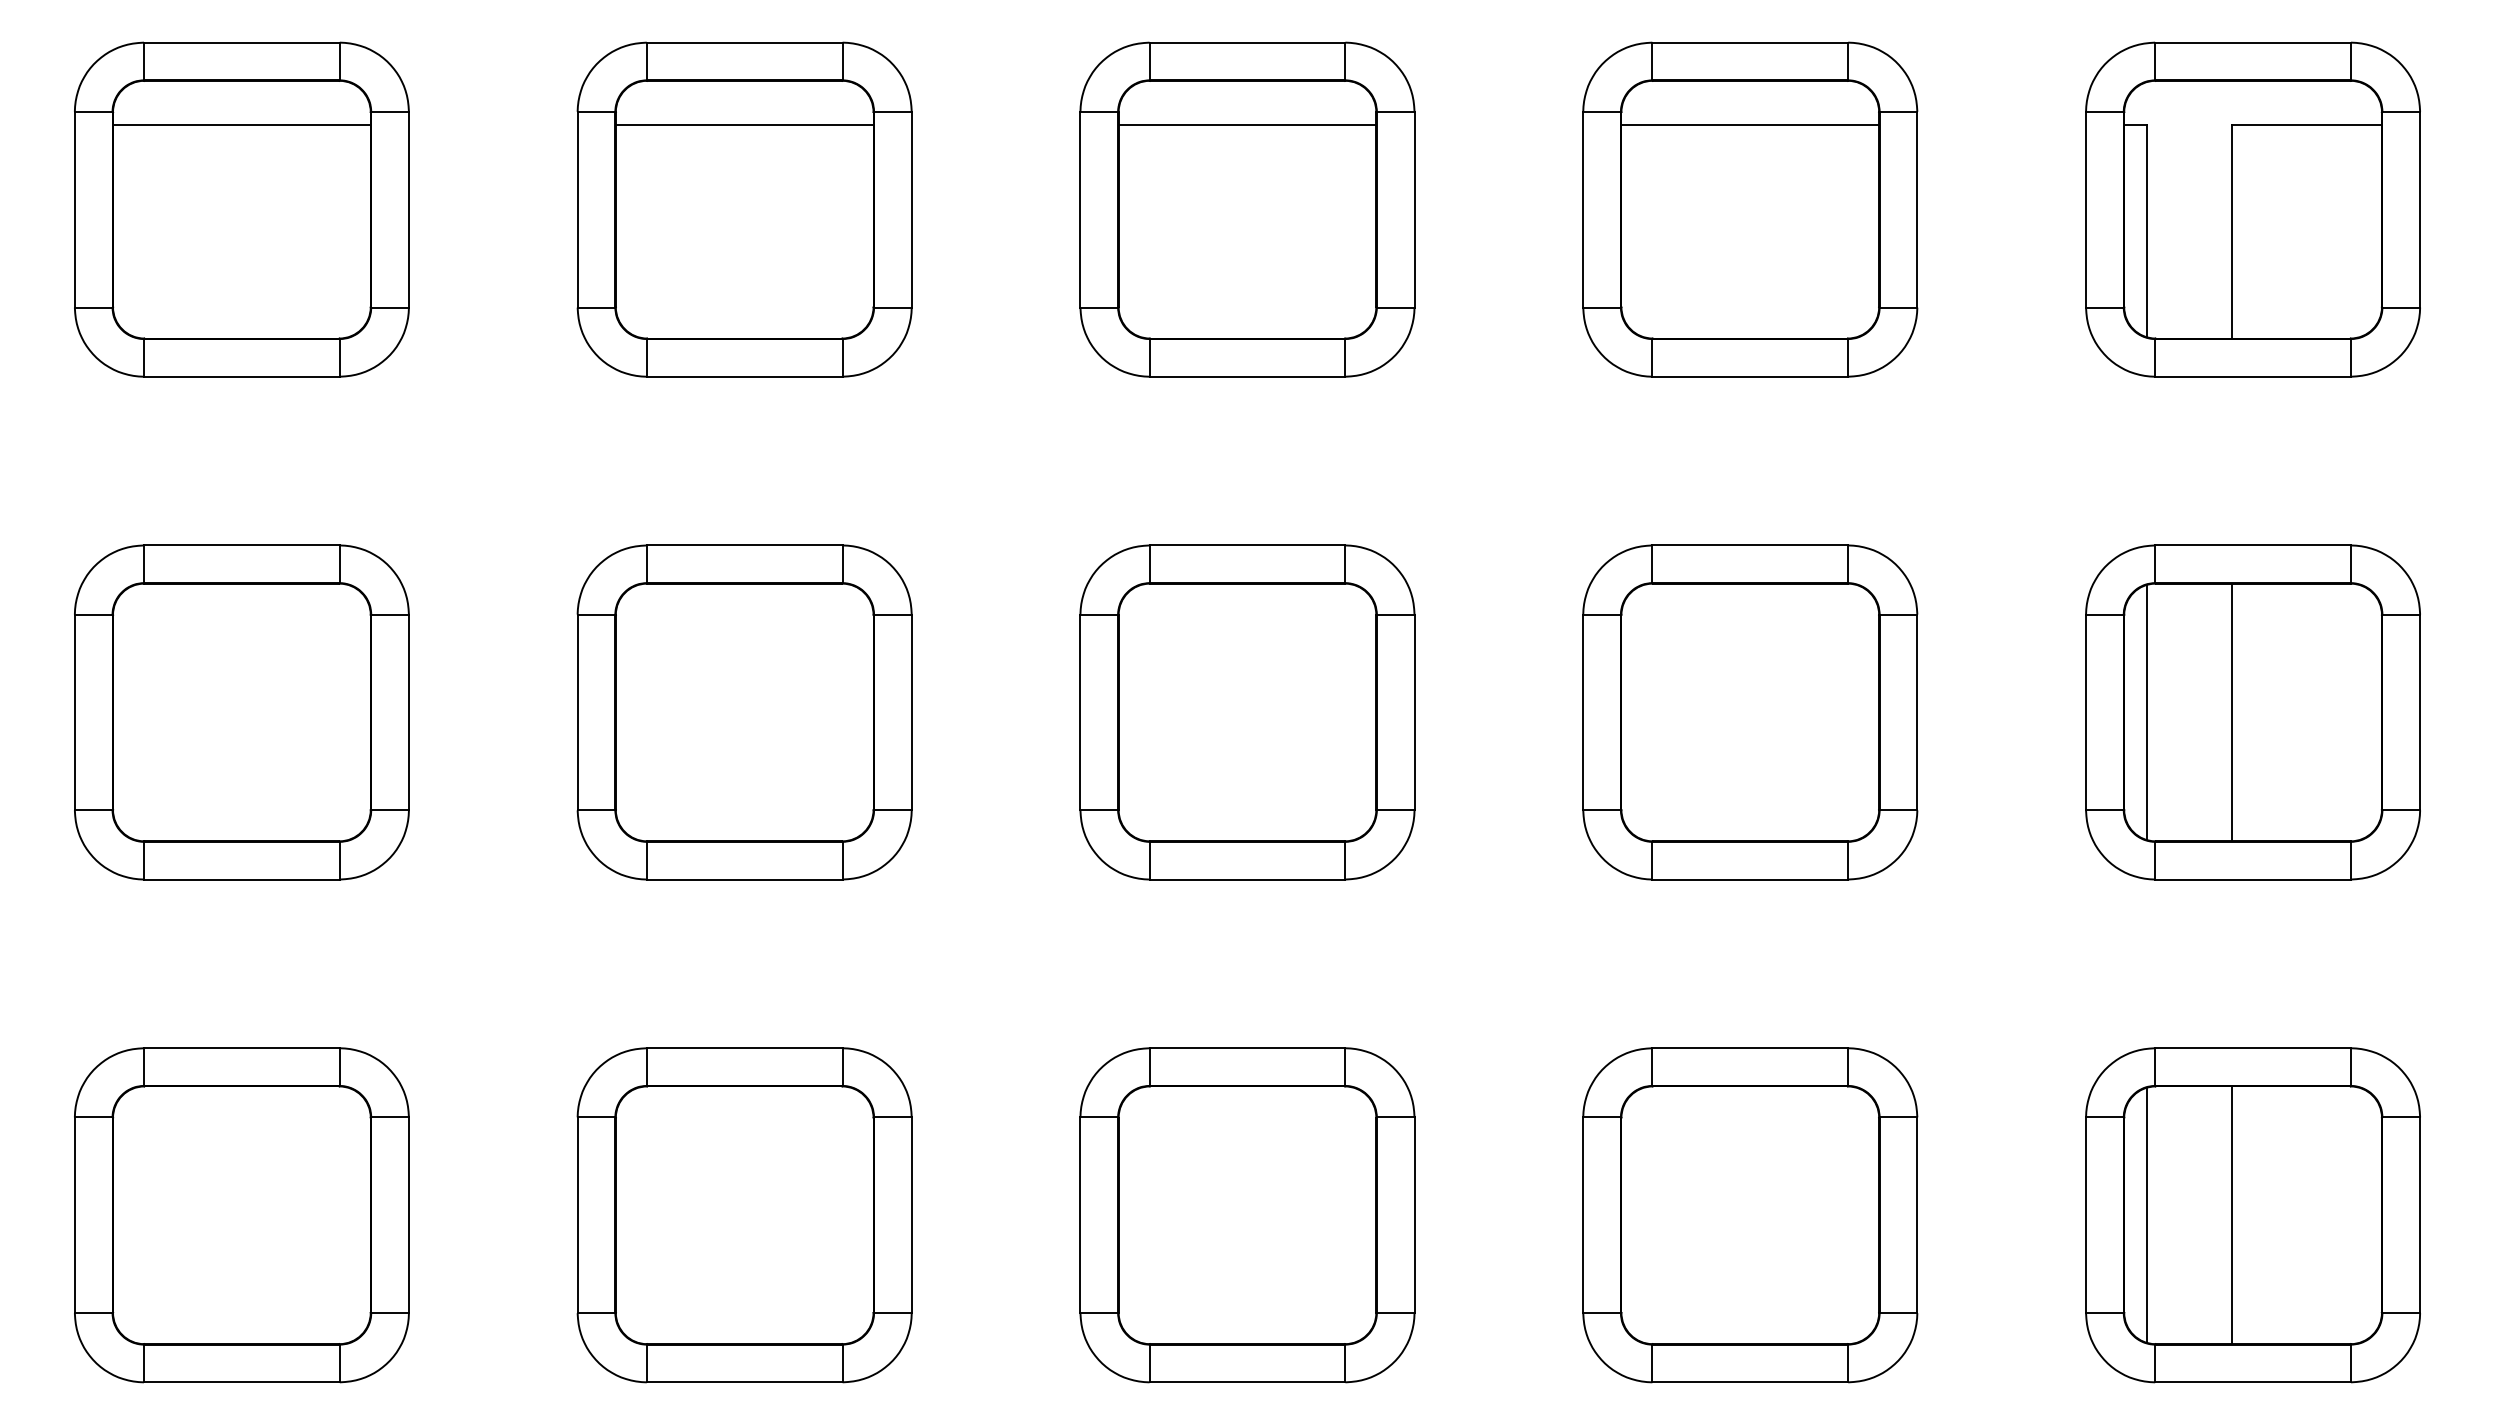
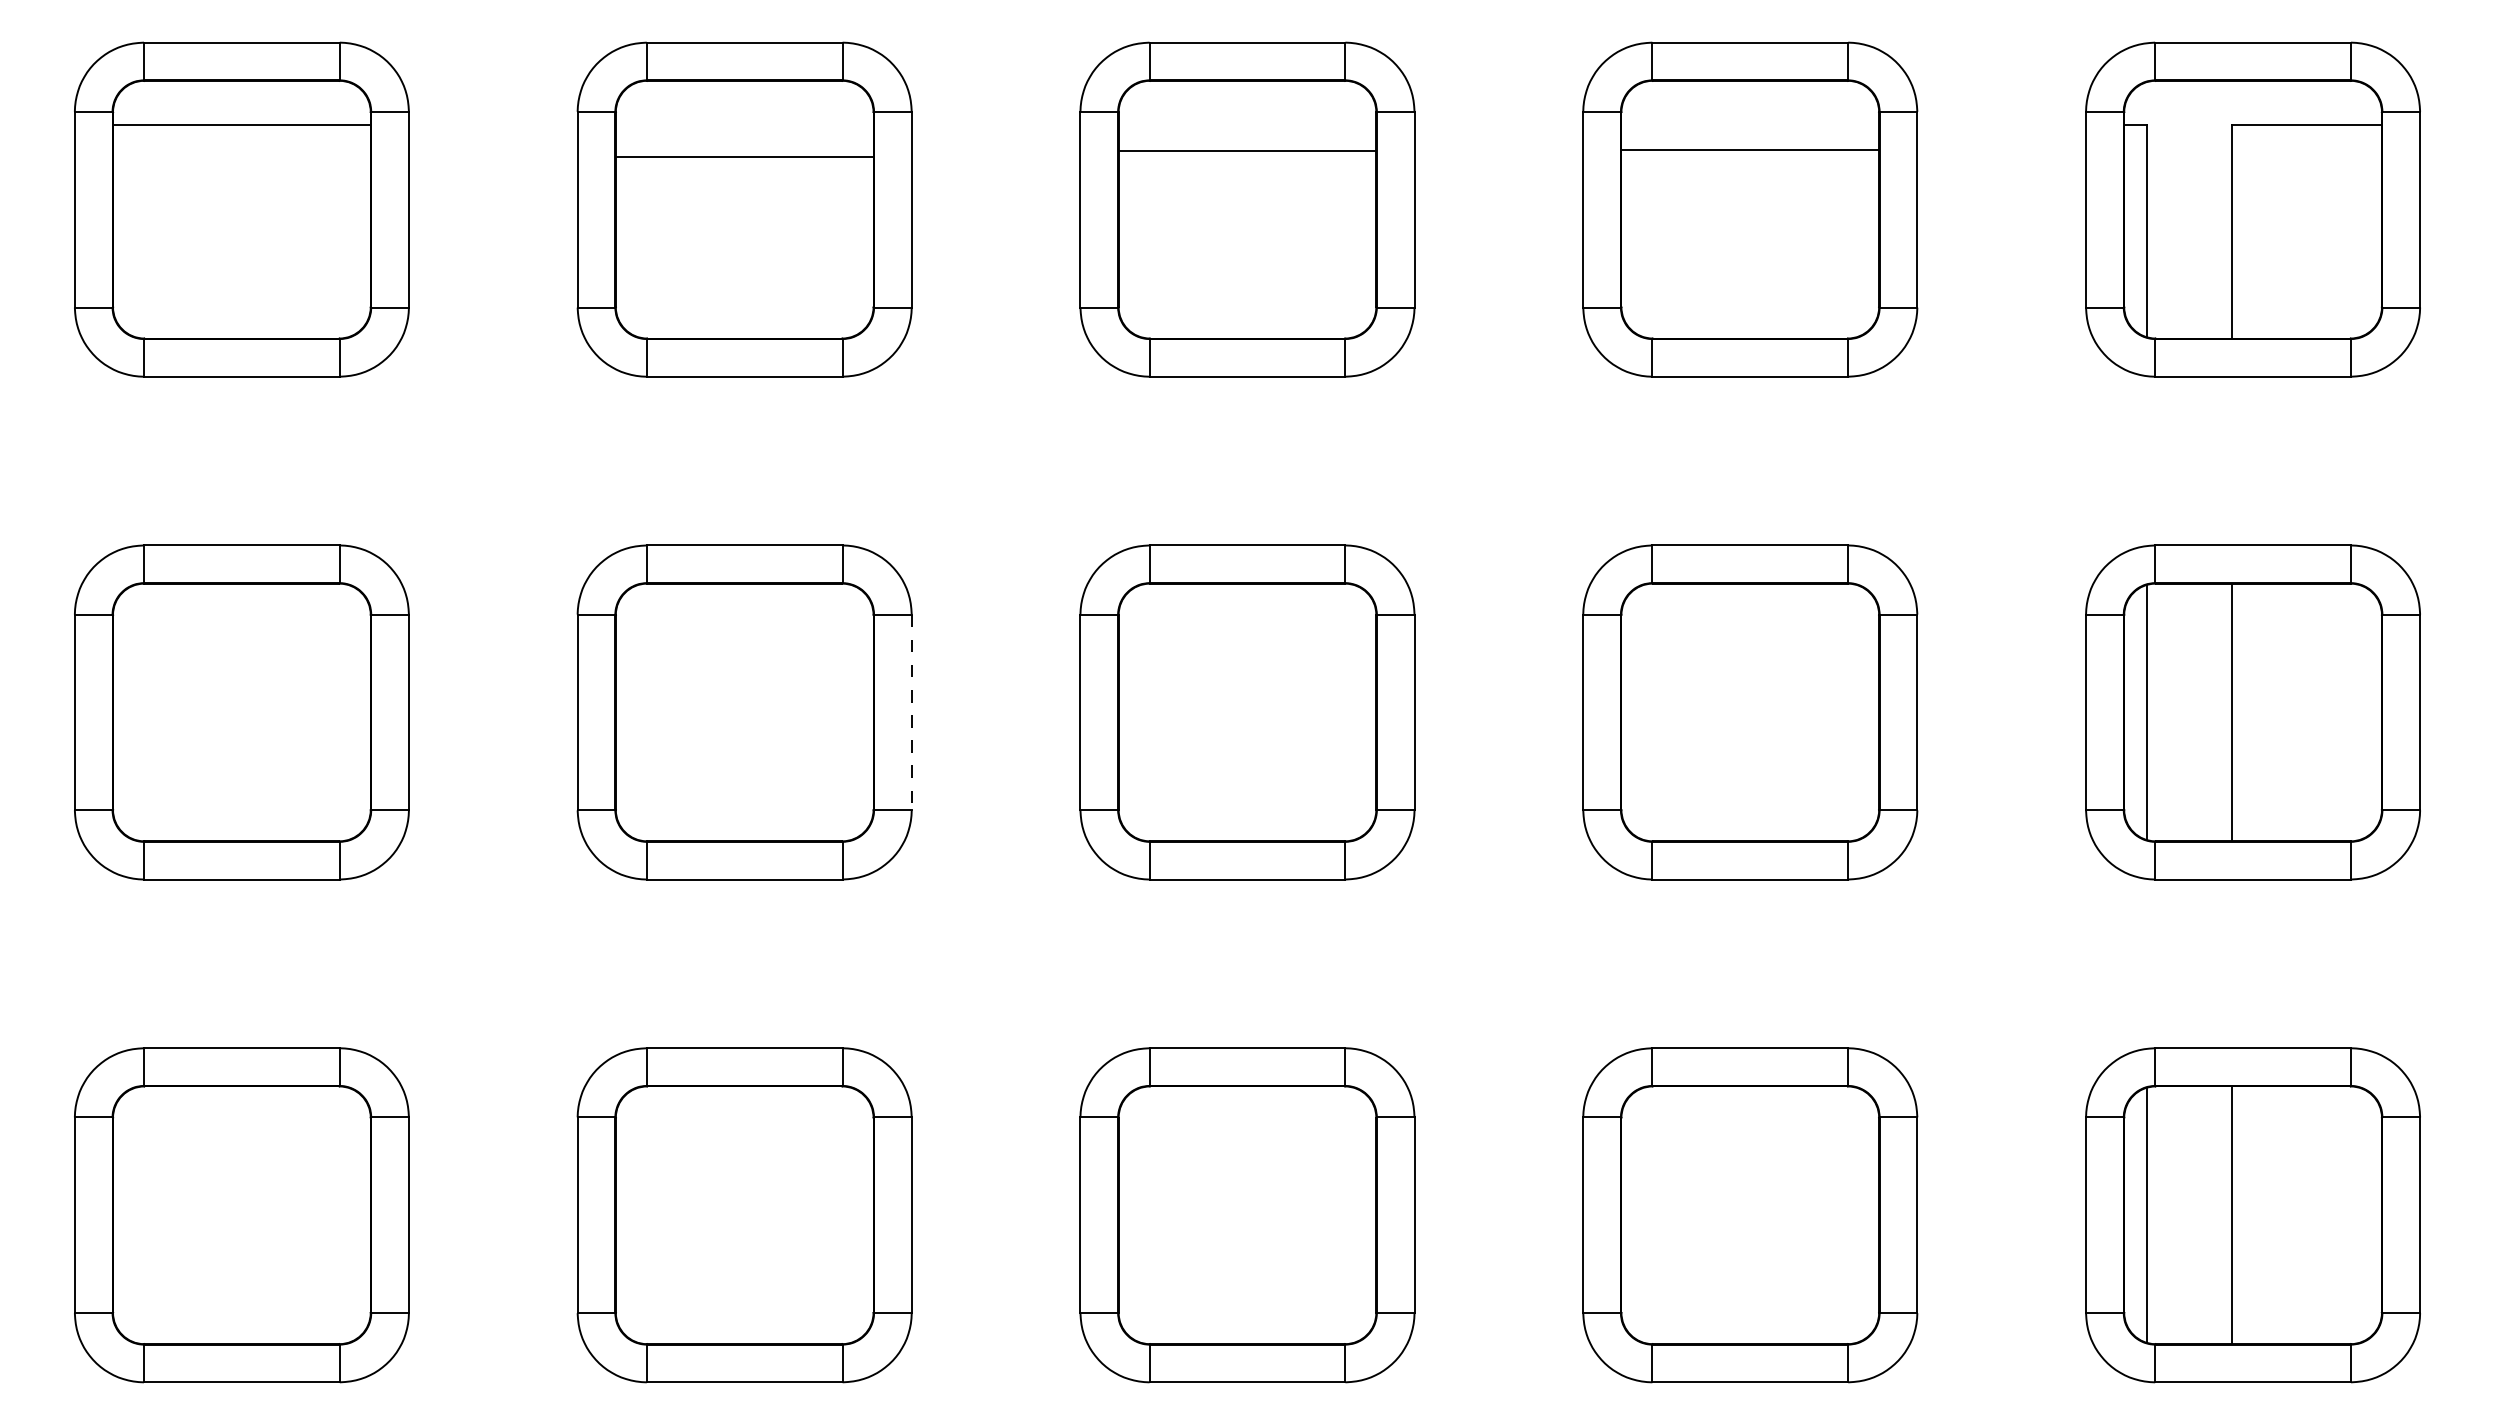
line at (744, 125) position: (744, 125) -> (744, 157)
line at (1247, 125) position: (1247, 125) -> (1247, 151)
line at (1750, 125) position: (1750, 125) -> (1750, 150)
line at (911, 712): solid -> dashed
